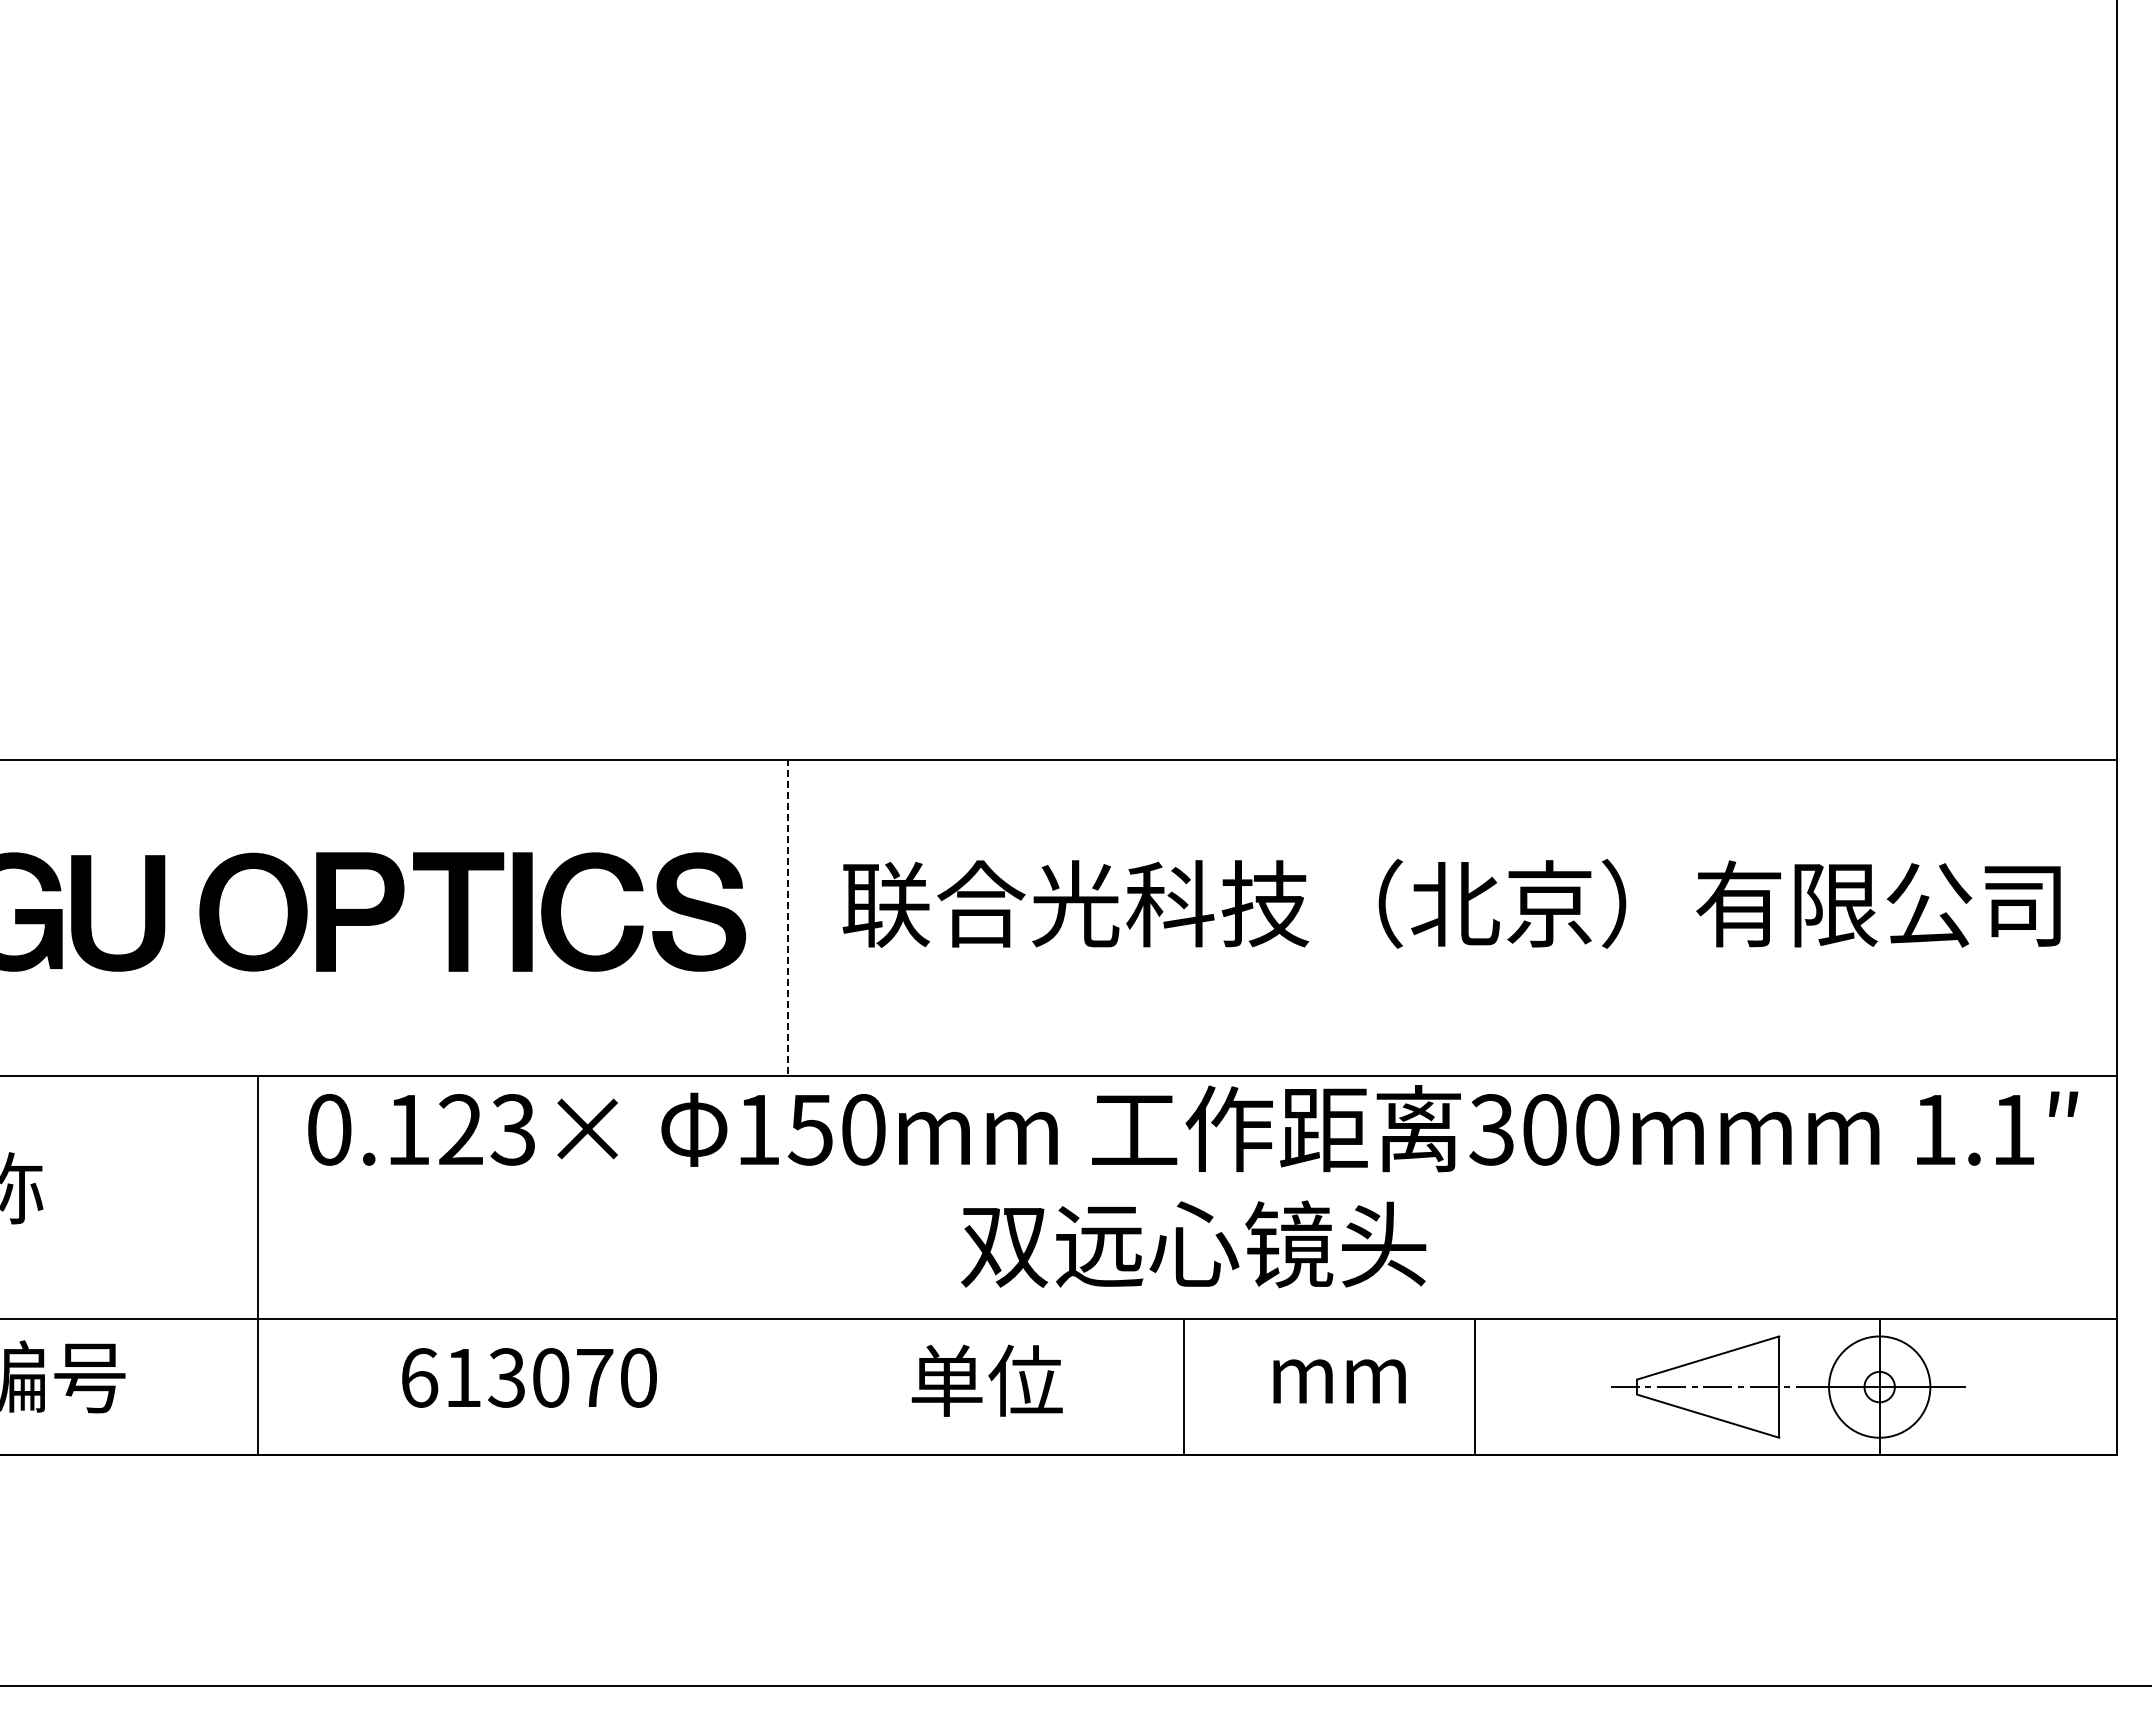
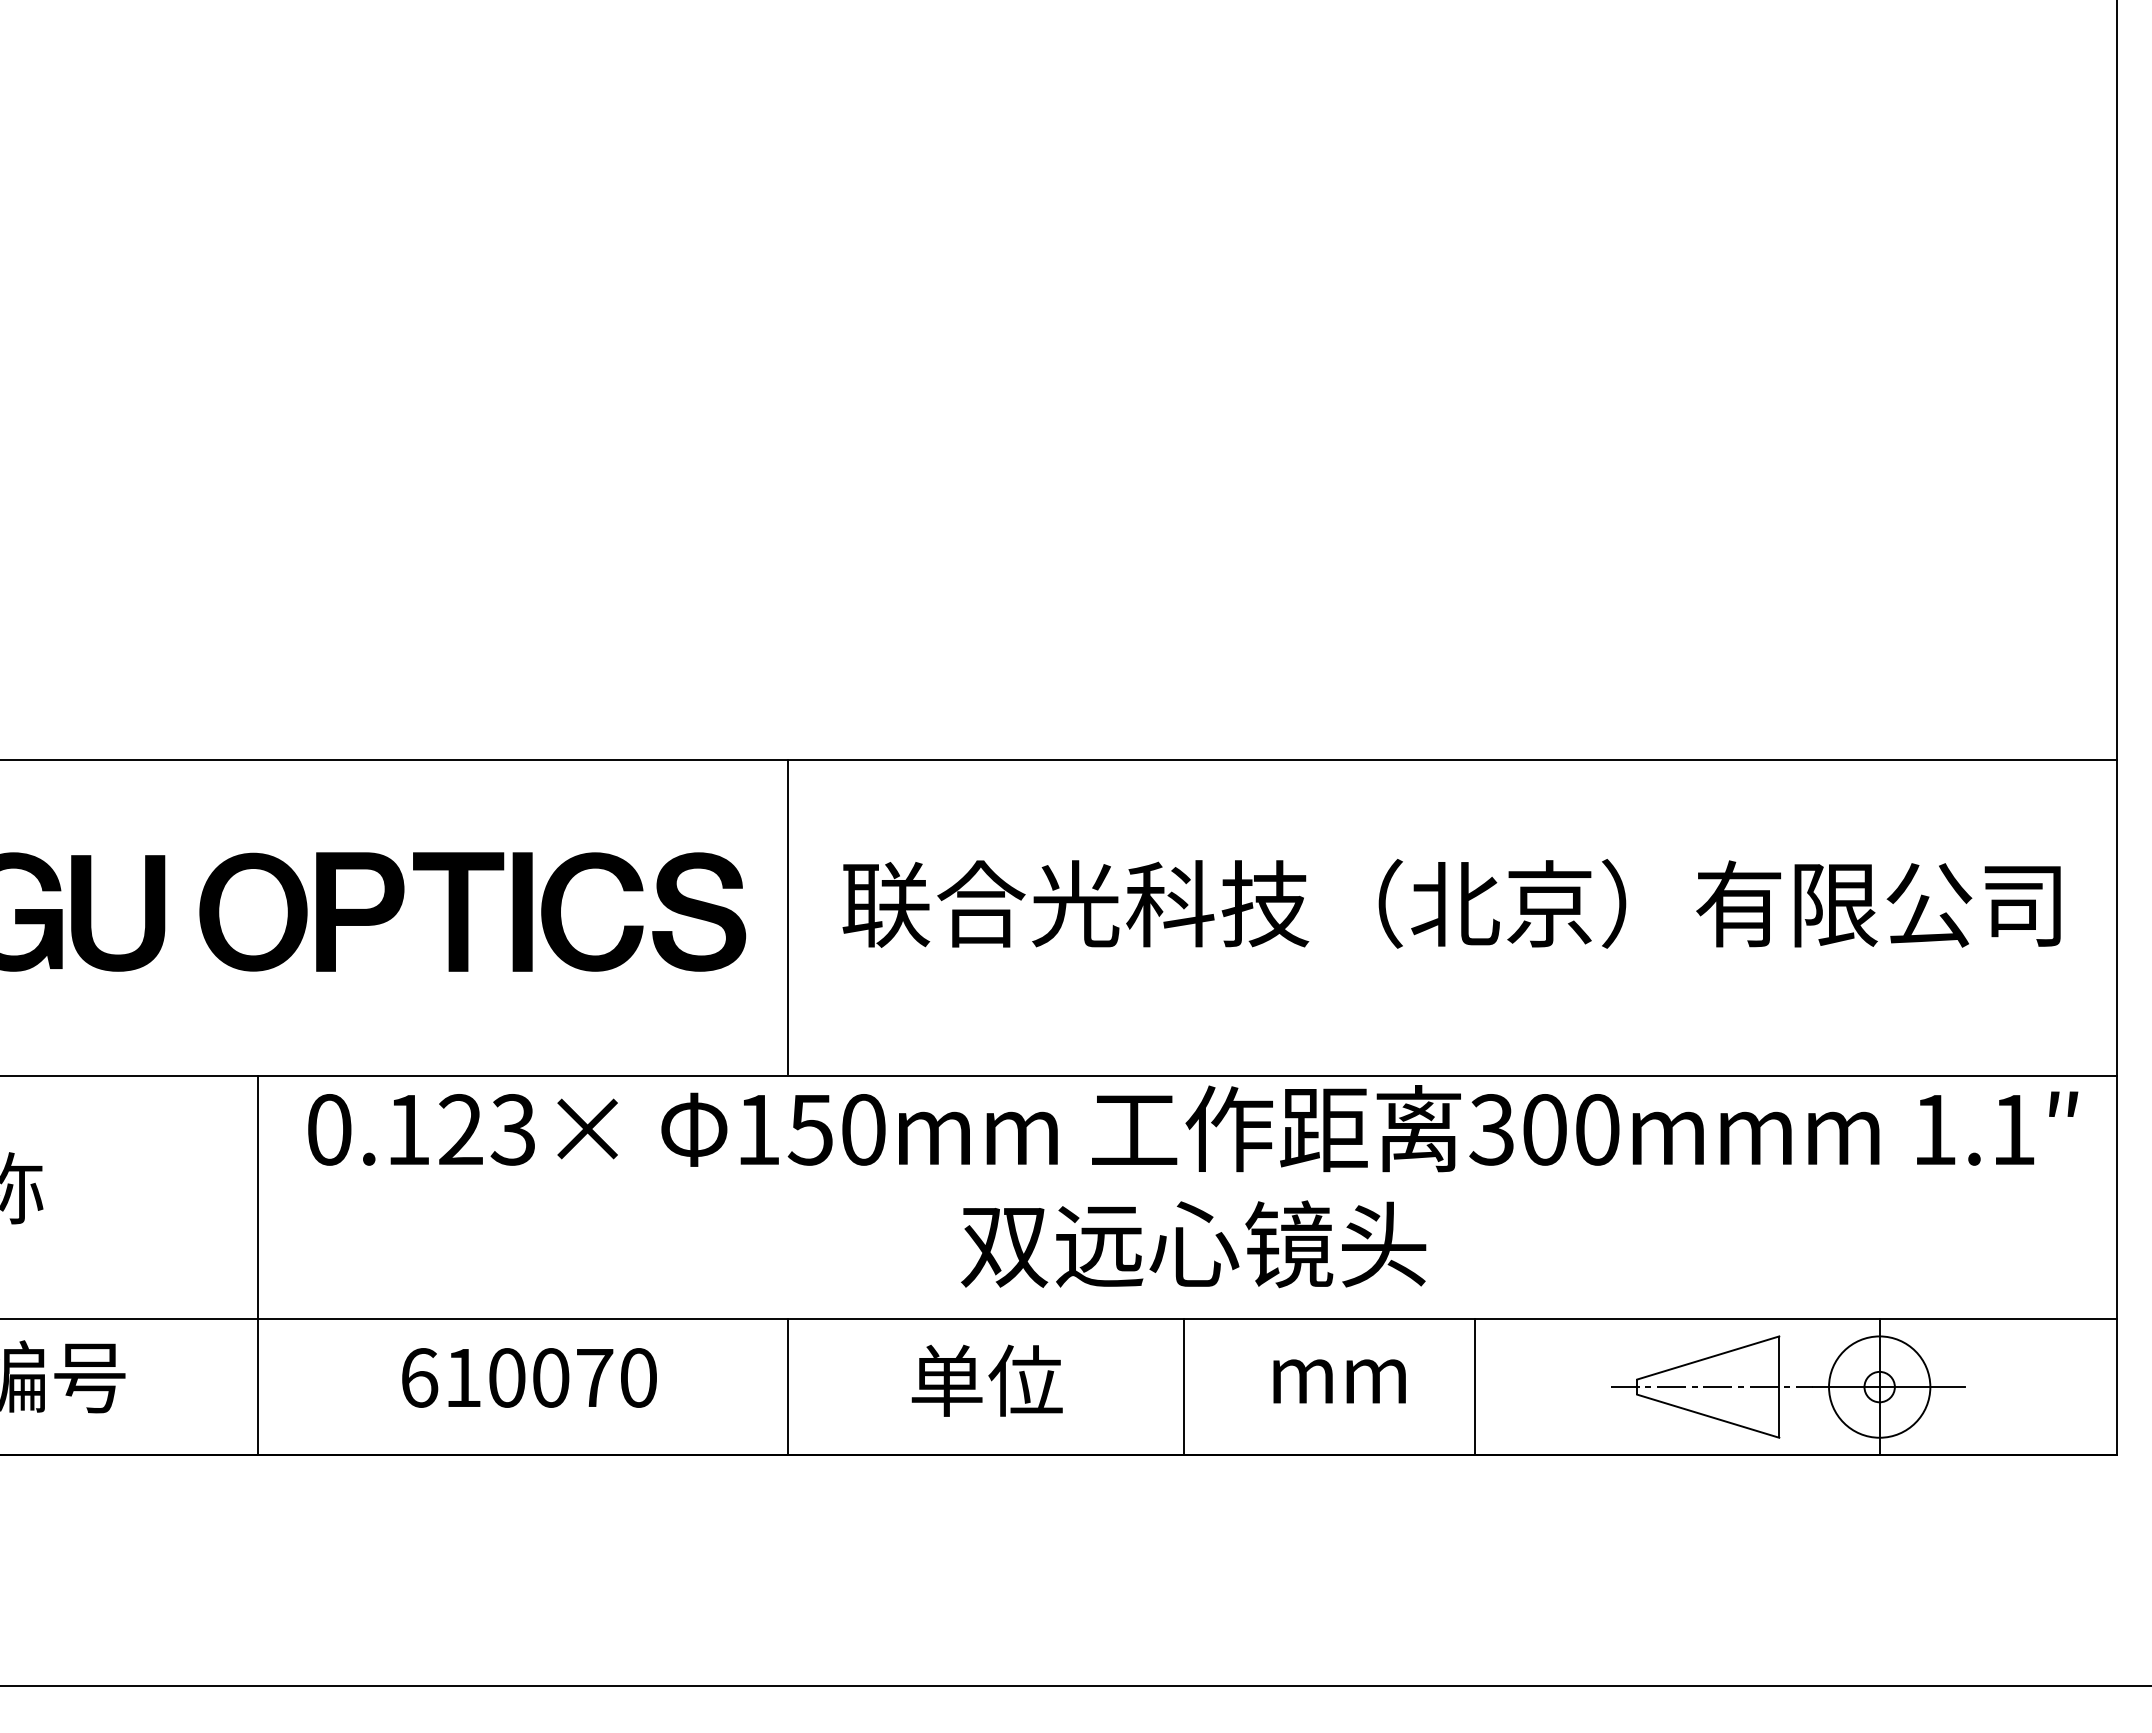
line at (788, 916): dashed -> solid
text at (506, 1377): 613070 -> 610070
line at (788, 1386): none -> present
